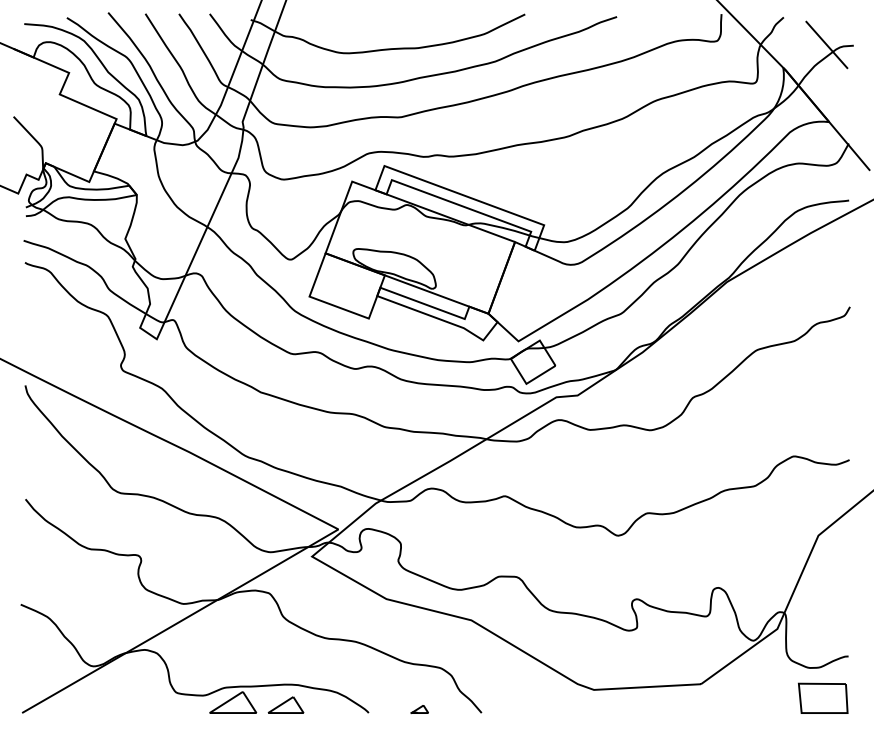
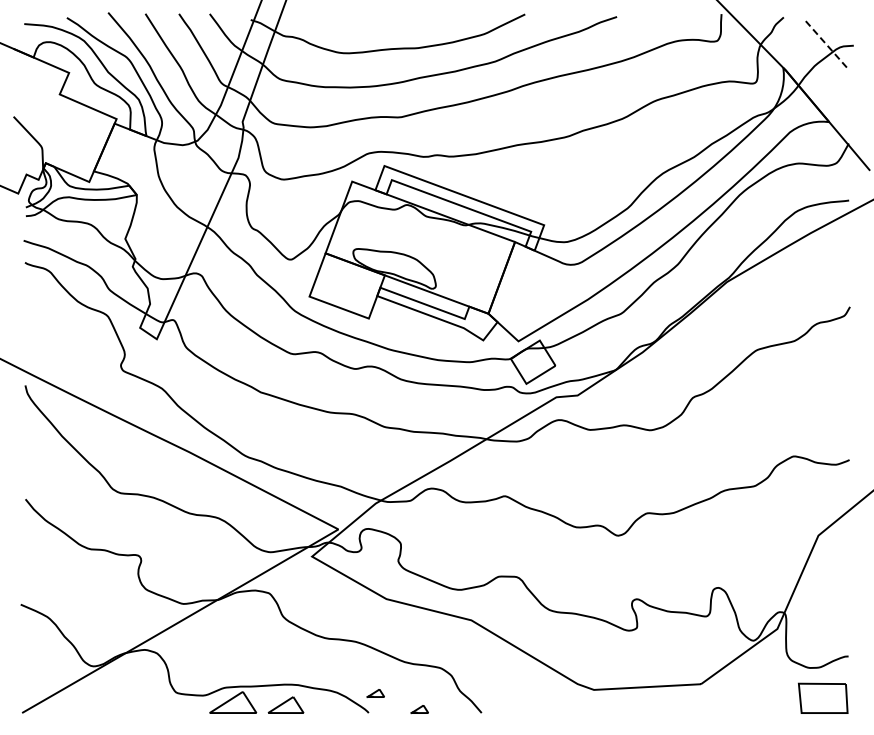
line at (826, 44): solid -> dashed
part at (375, 693): none -> present
